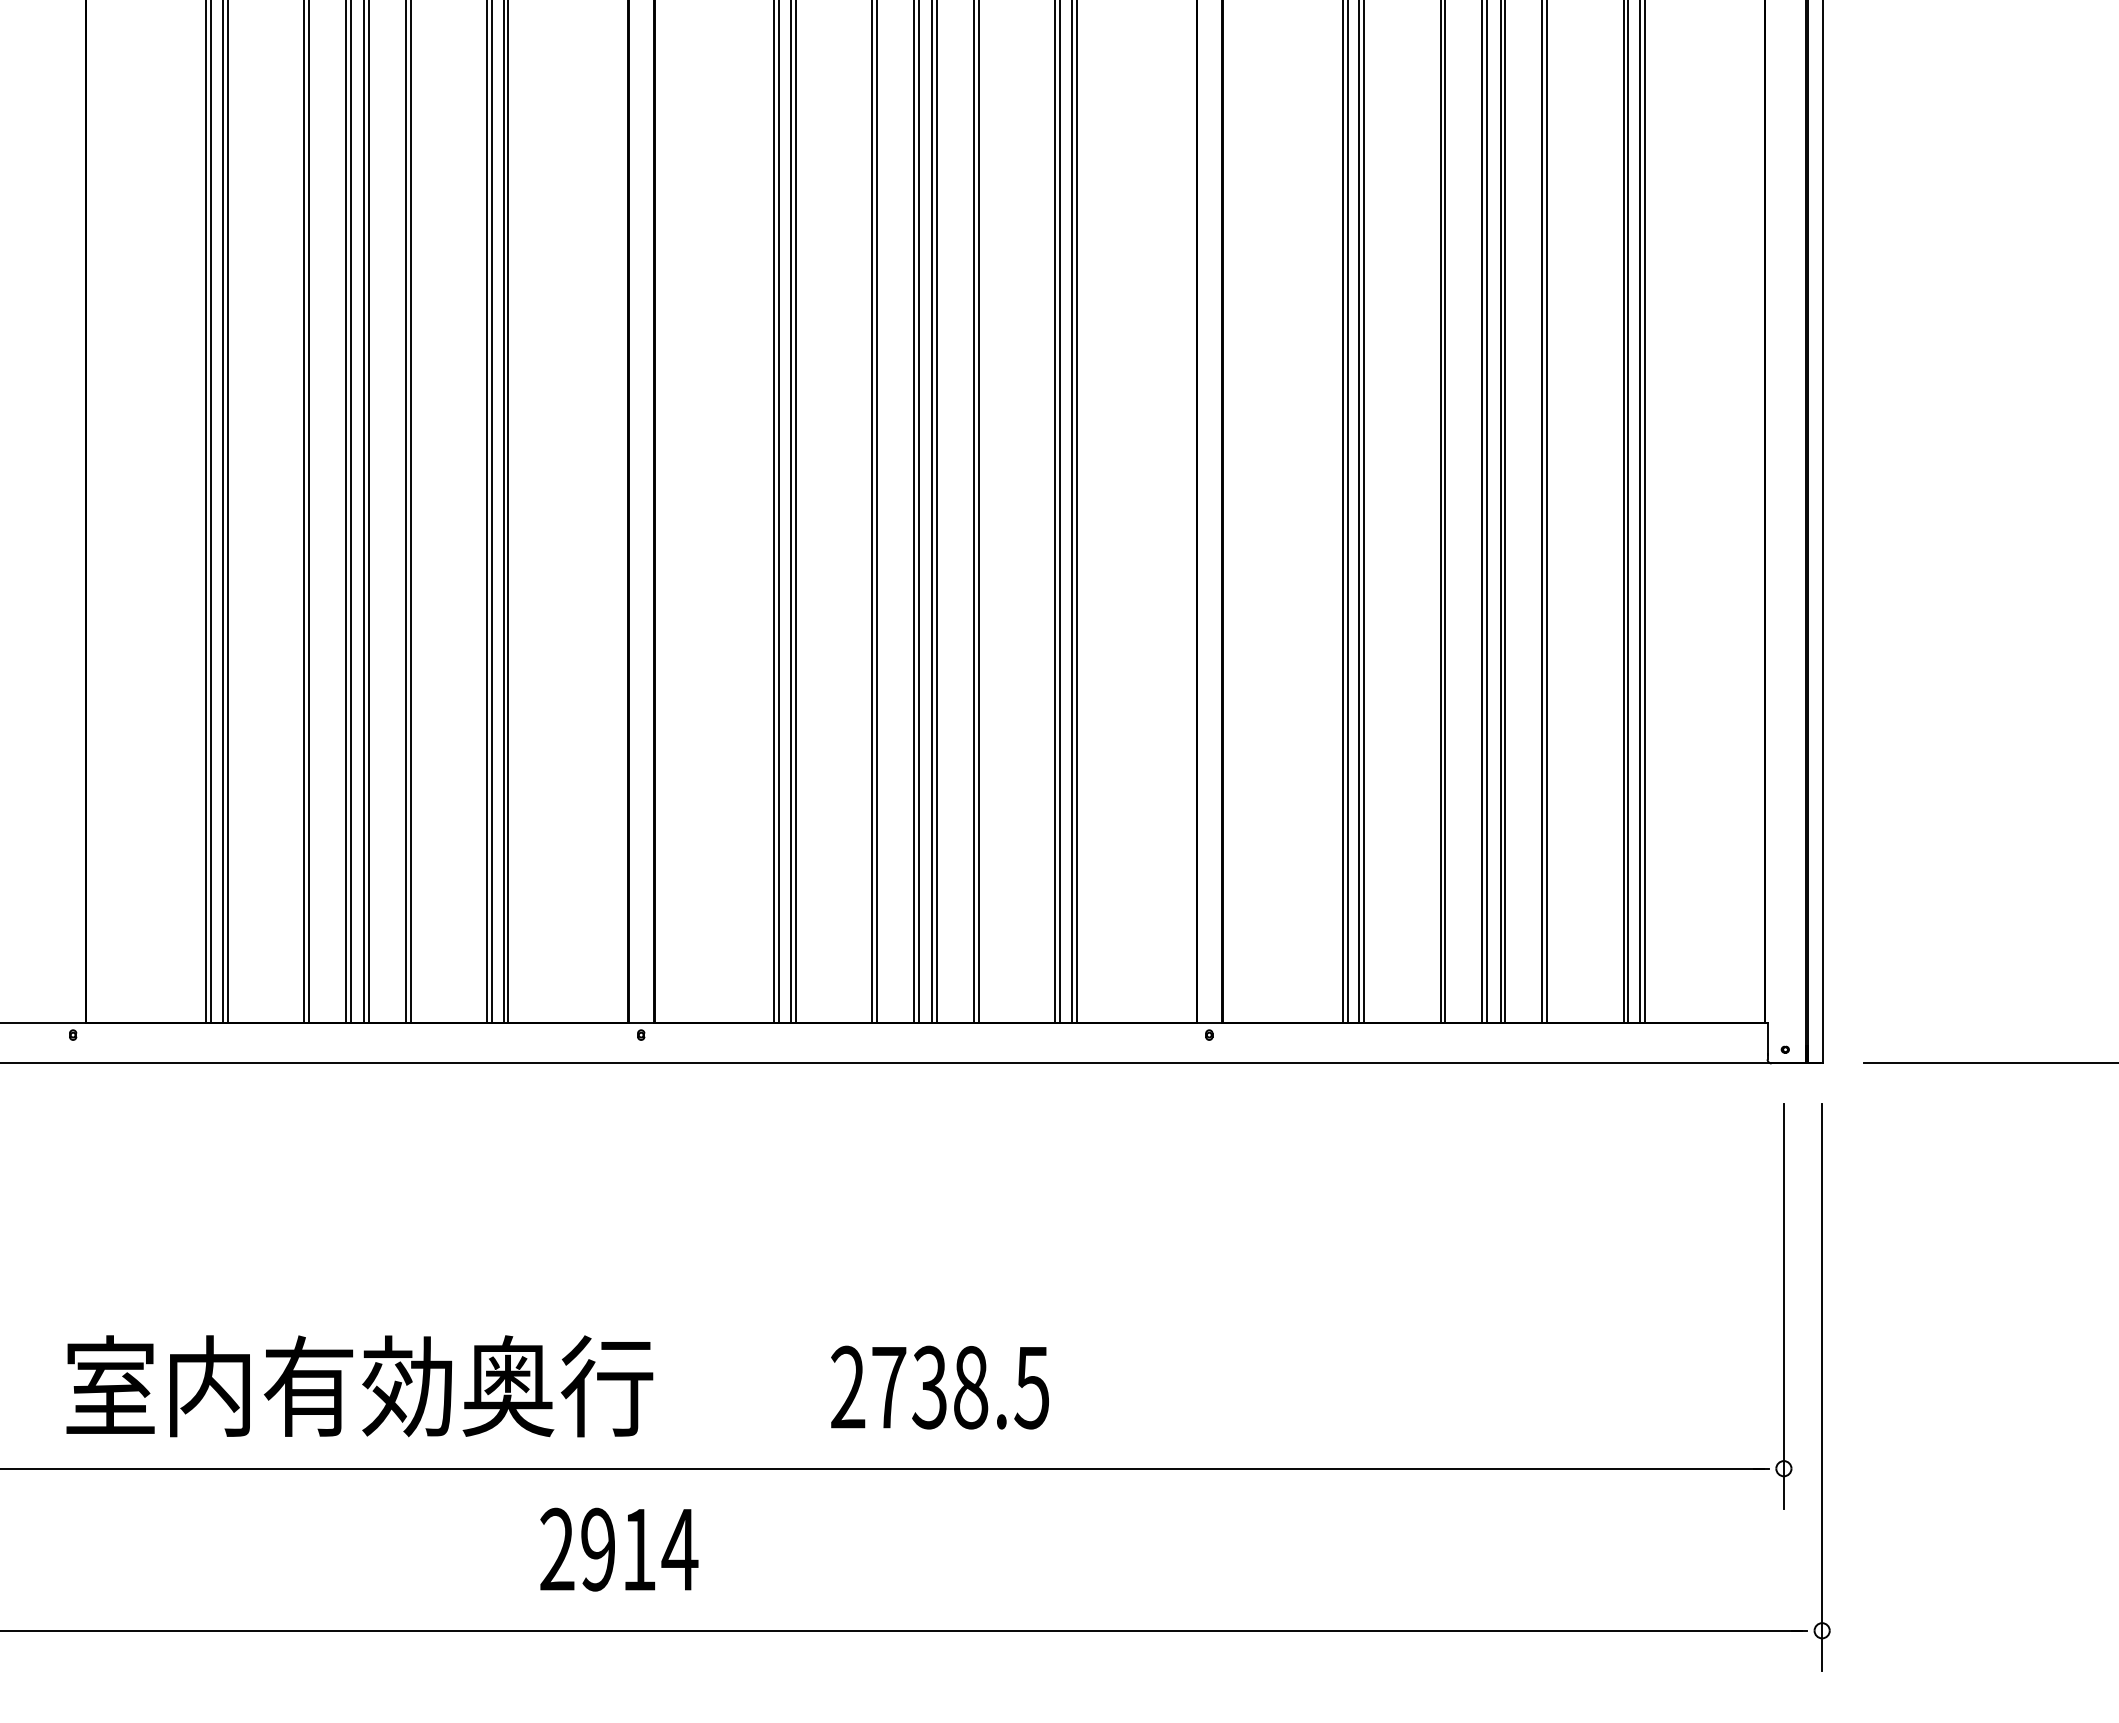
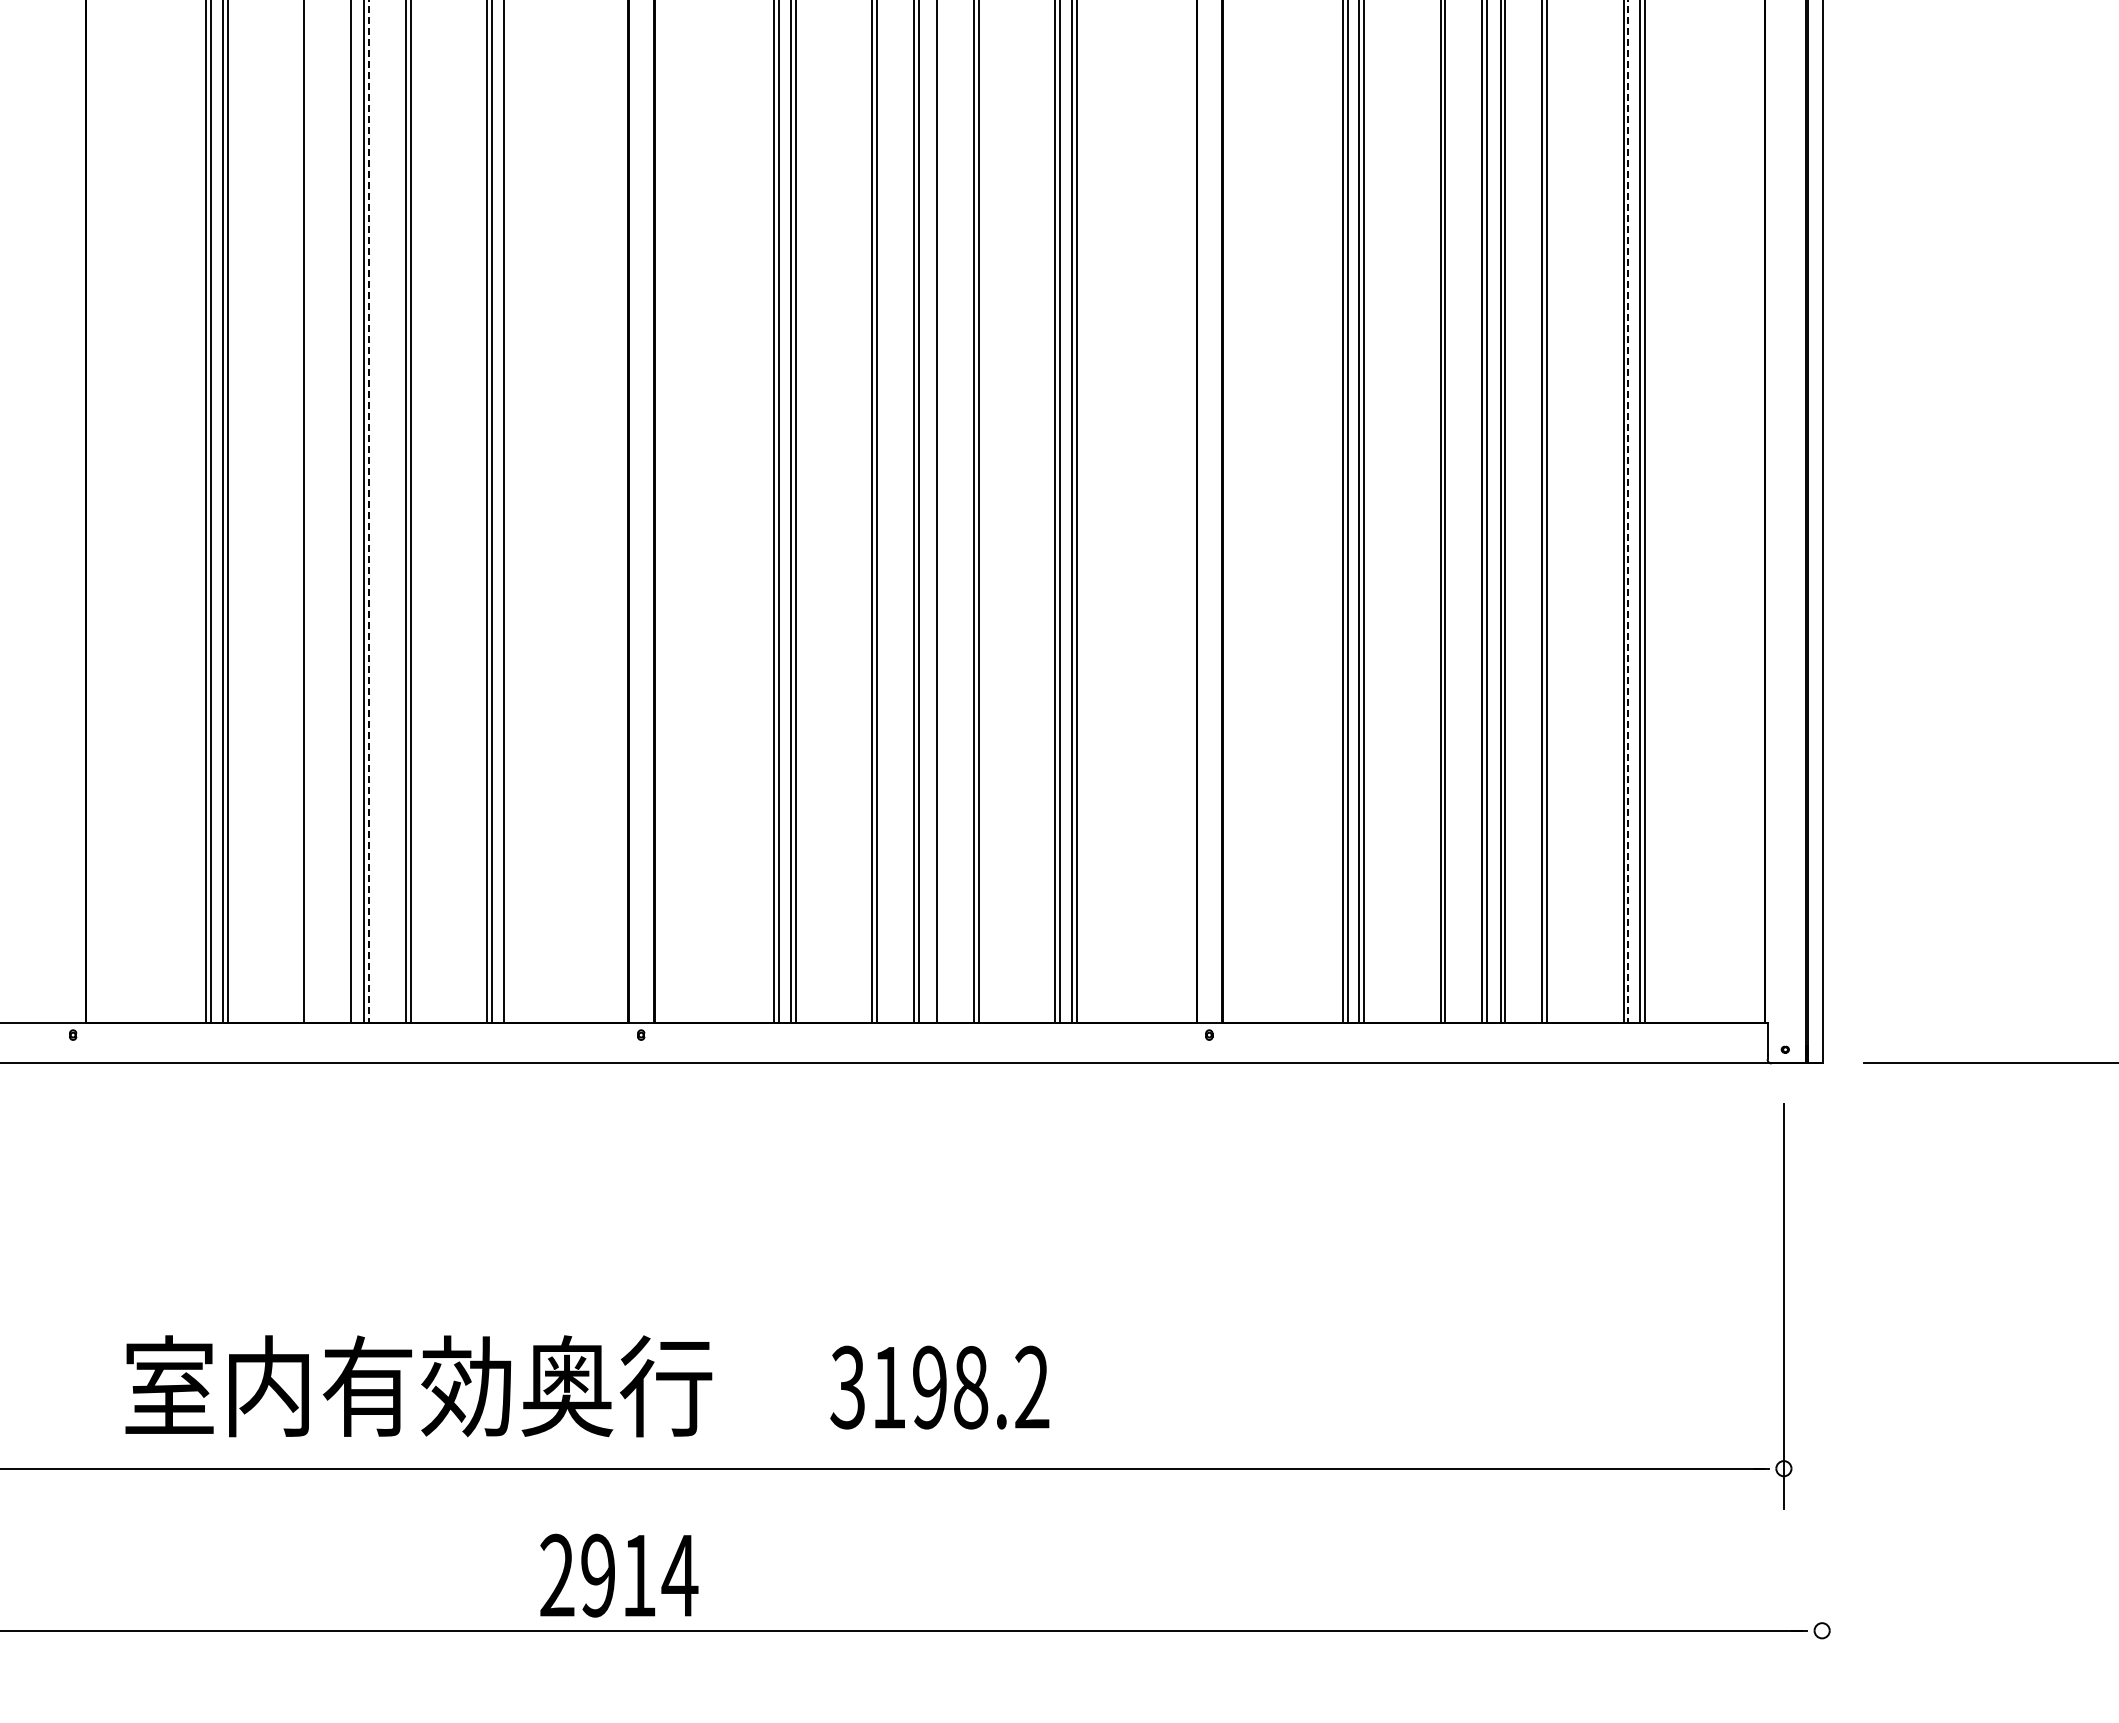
line at (368, 511): solid -> dashed
line at (1628, 511): solid -> dashed
line at (308, 512): present -> none
line at (345, 512): present -> none
line at (508, 512): present -> none
line at (932, 512): present -> none
text at (359, 1386) position: (359, 1386) -> (418, 1386)
text at (939, 1387): 2738.5 -> 3198.2
line at (1822, 1387): present -> none
text at (619, 1549) position: (619, 1549) -> (619, 1575)
